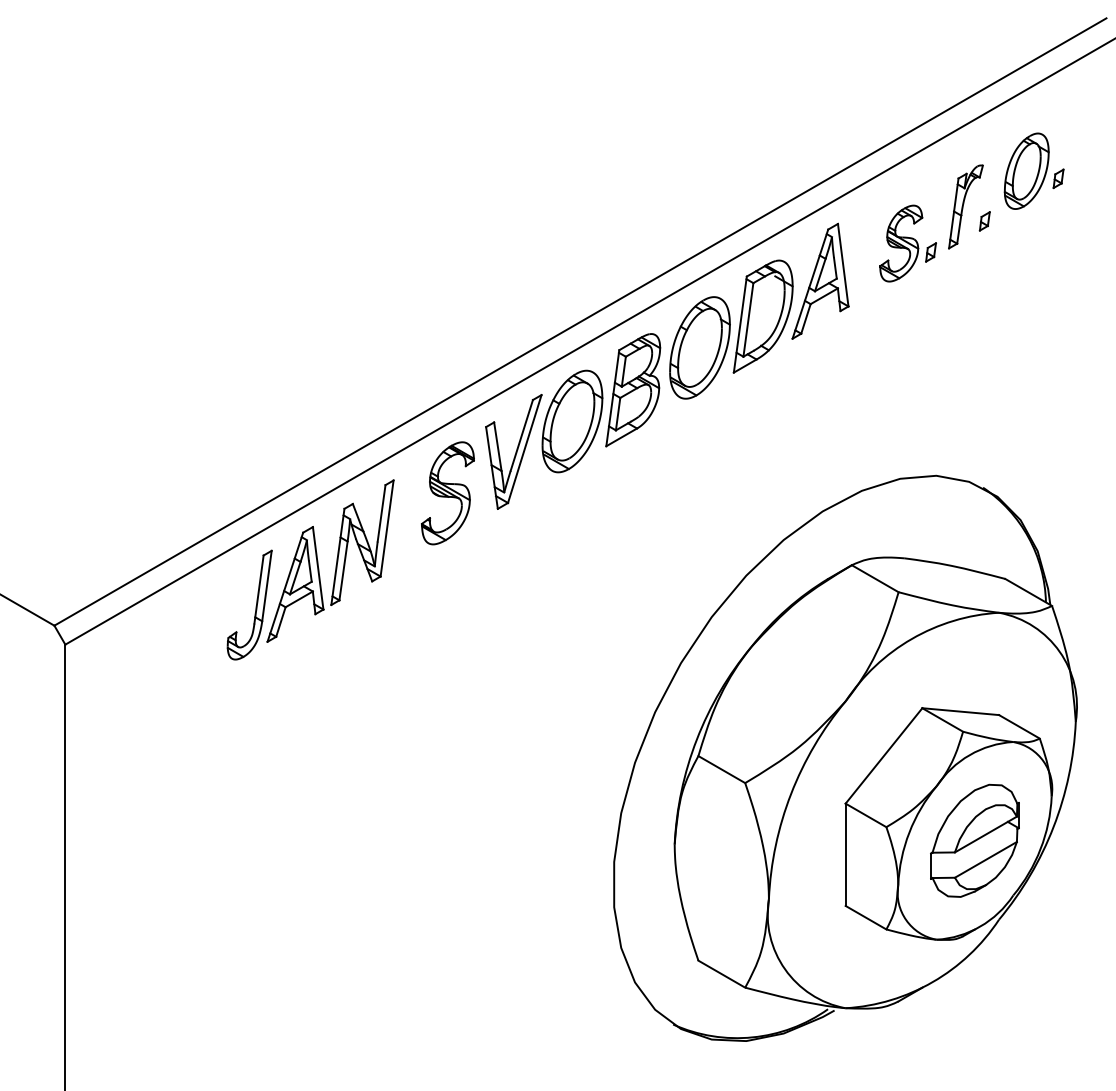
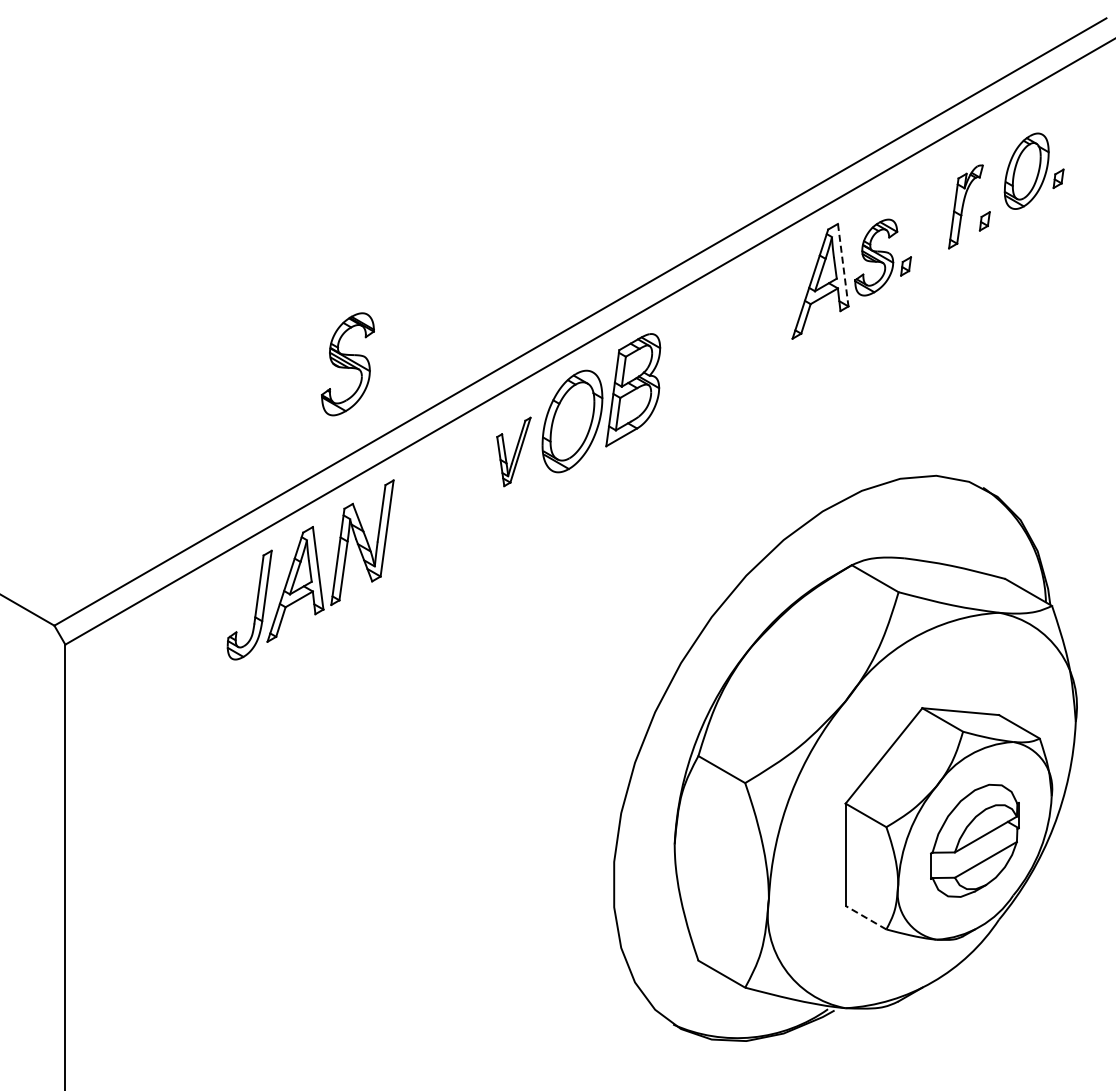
part at (907, 243) position: (907, 243) -> (882, 257)
line at (843, 265): solid -> dashed
part at (731, 329): present -> none
part at (513, 451) size: 58x116 px -> 36x72 px
part at (447, 493) position: (447, 493) -> (347, 364)
line at (866, 917): solid -> dashed
